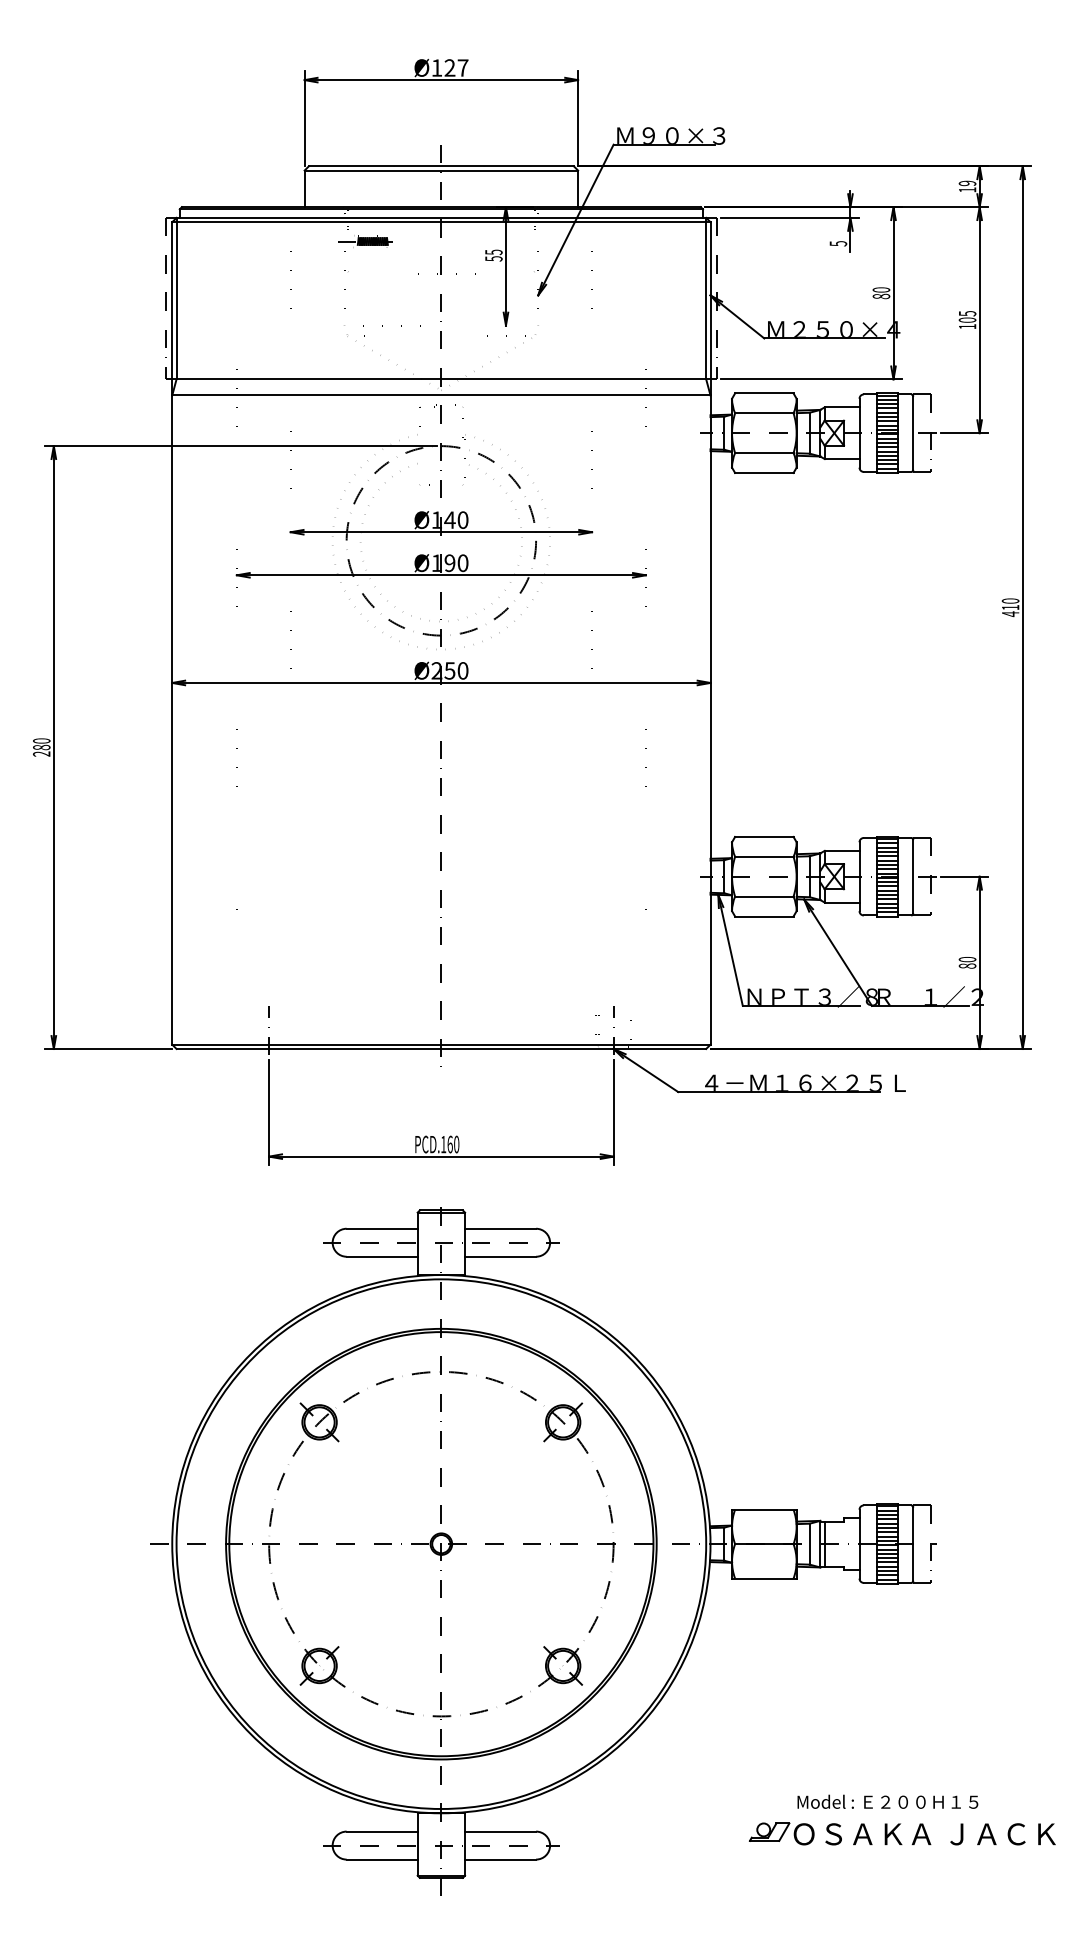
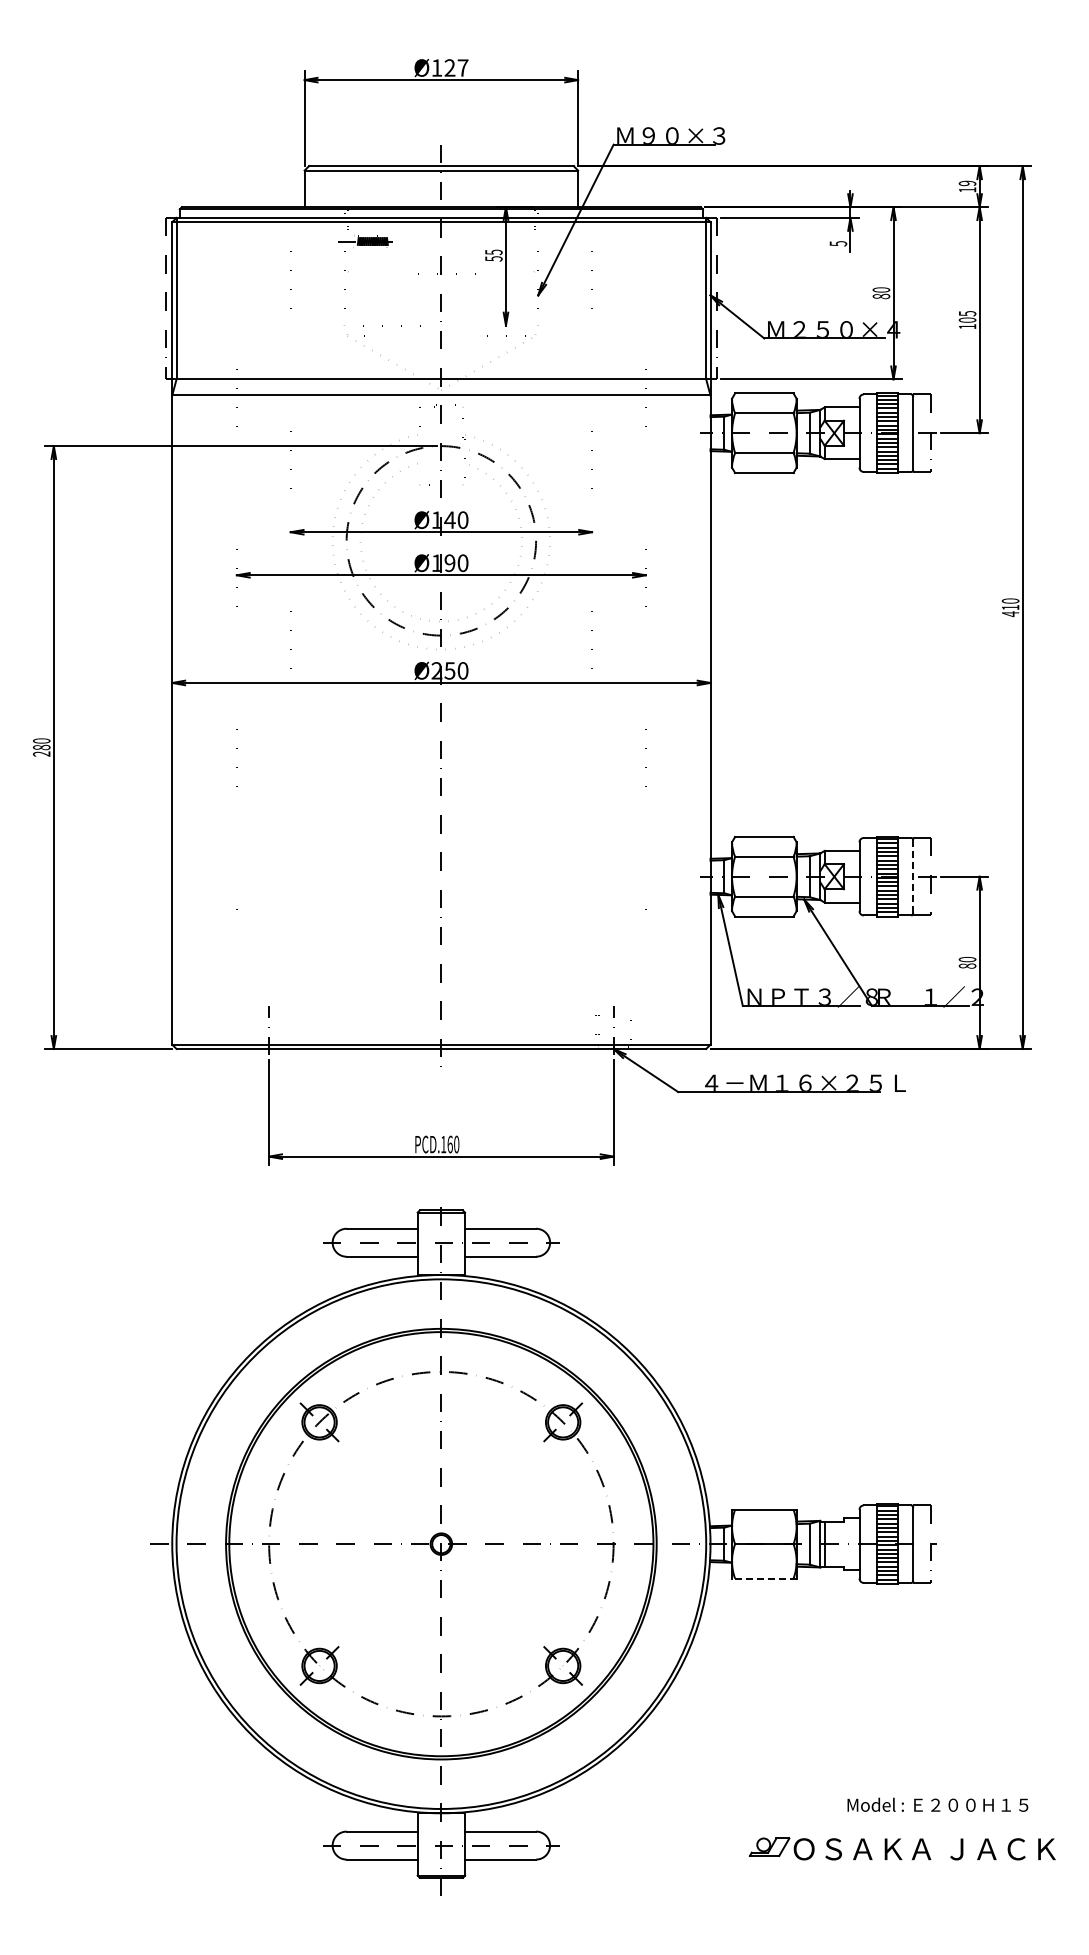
line at (913, 876): solid -> dashed
line at (763, 1578): solid -> dashed
text at (887, 1801) position: (887, 1801) -> (937, 1804)
part at (901, 1833) position: (901, 1833) -> (901, 1848)
